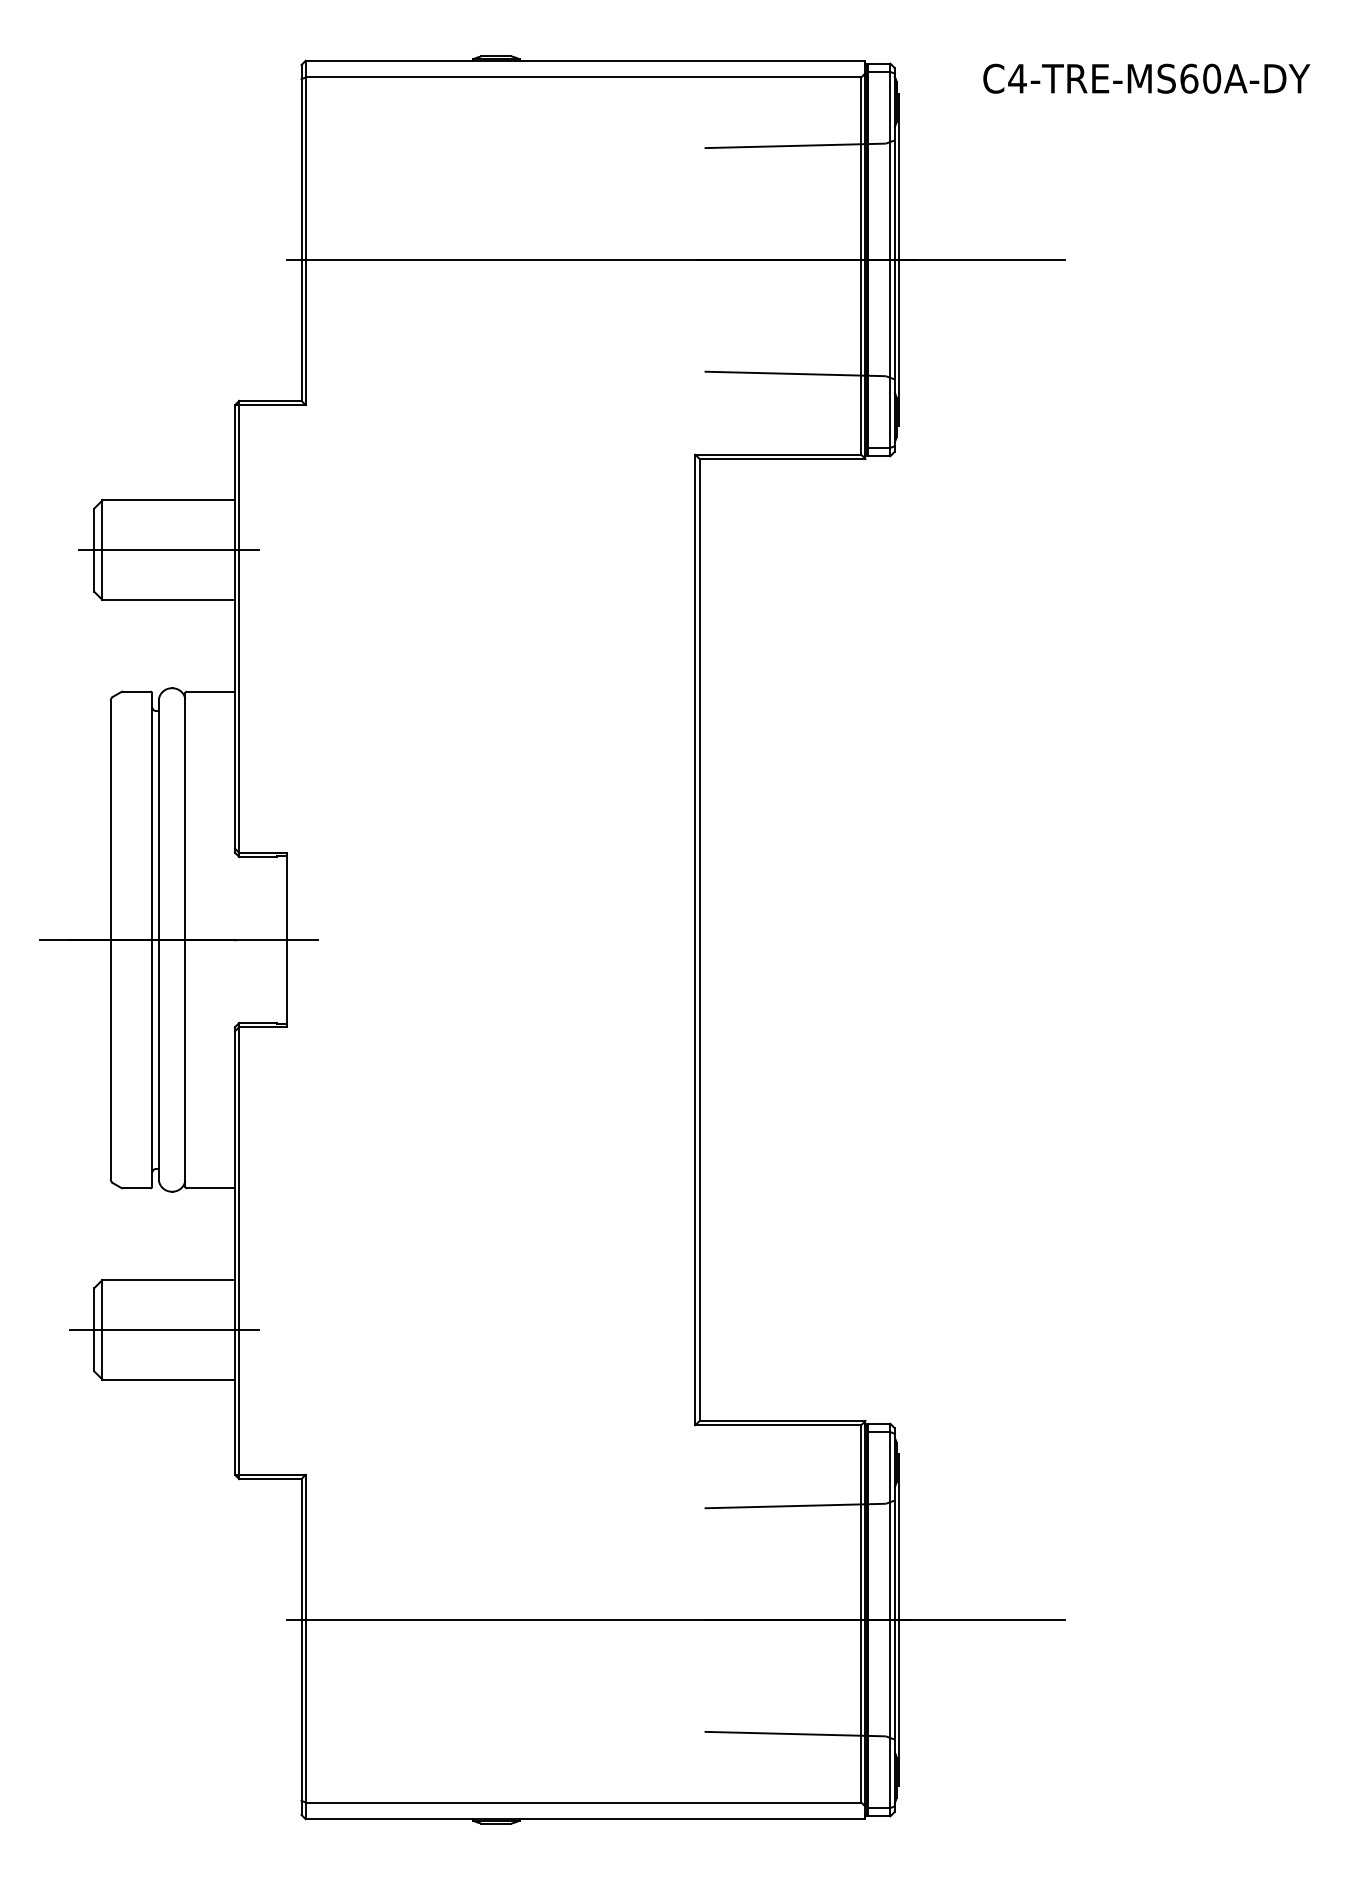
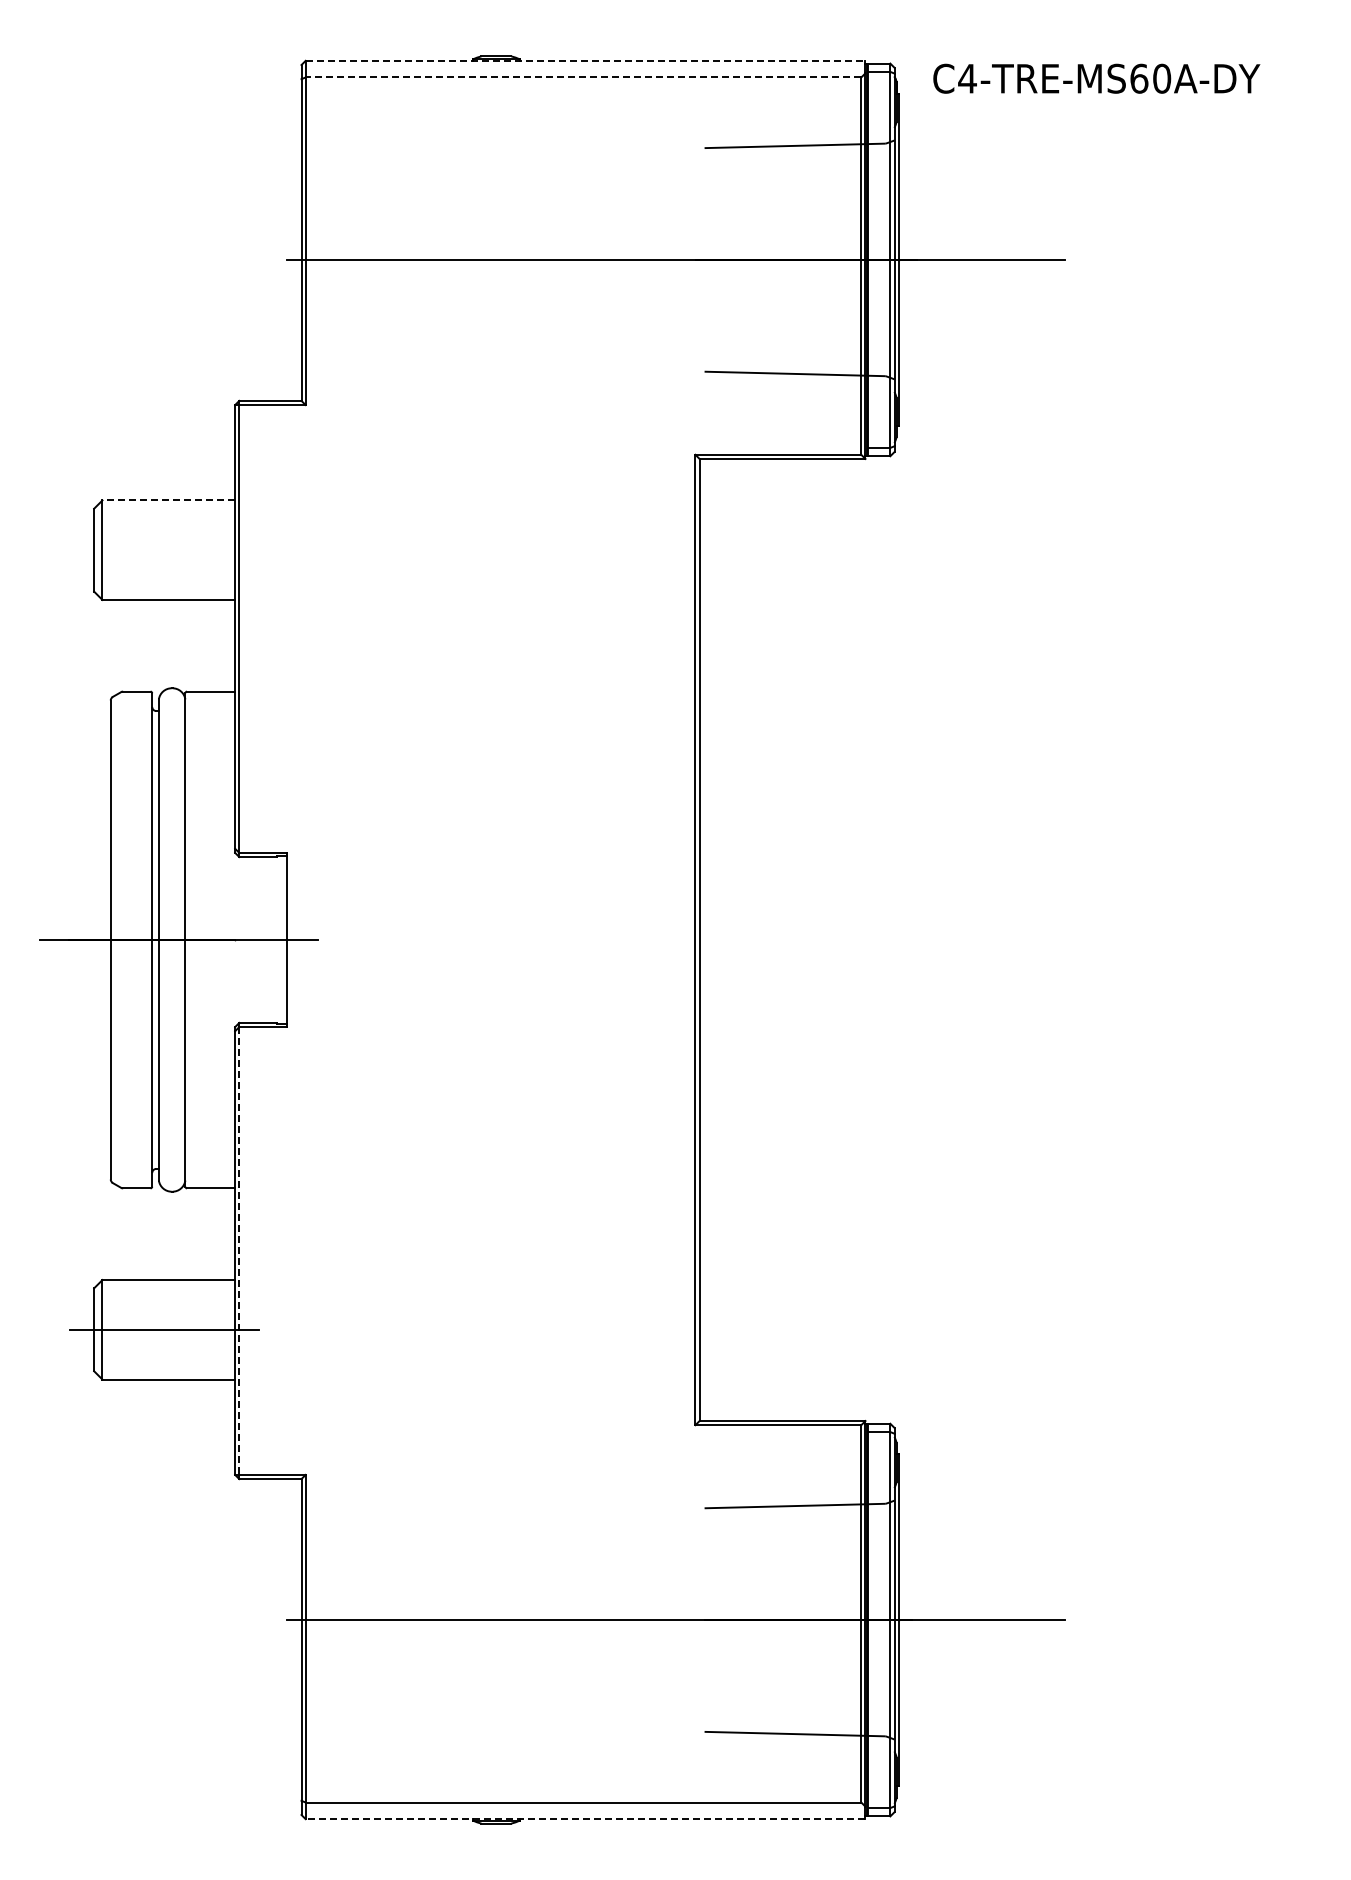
line at (585, 60): solid -> dashed
line at (583, 77): solid -> dashed
text at (1146, 78) position: (1146, 78) -> (1096, 78)
line at (168, 500): solid -> dashed
line at (168, 550): present -> none
line at (239, 1251): solid -> dashed
line at (585, 1819): solid -> dashed
